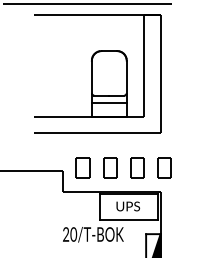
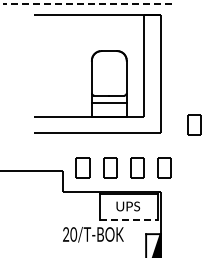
line at (87, 3): solid -> dashed
part at (194, 124): none -> present
line at (129, 219): solid -> dashed
